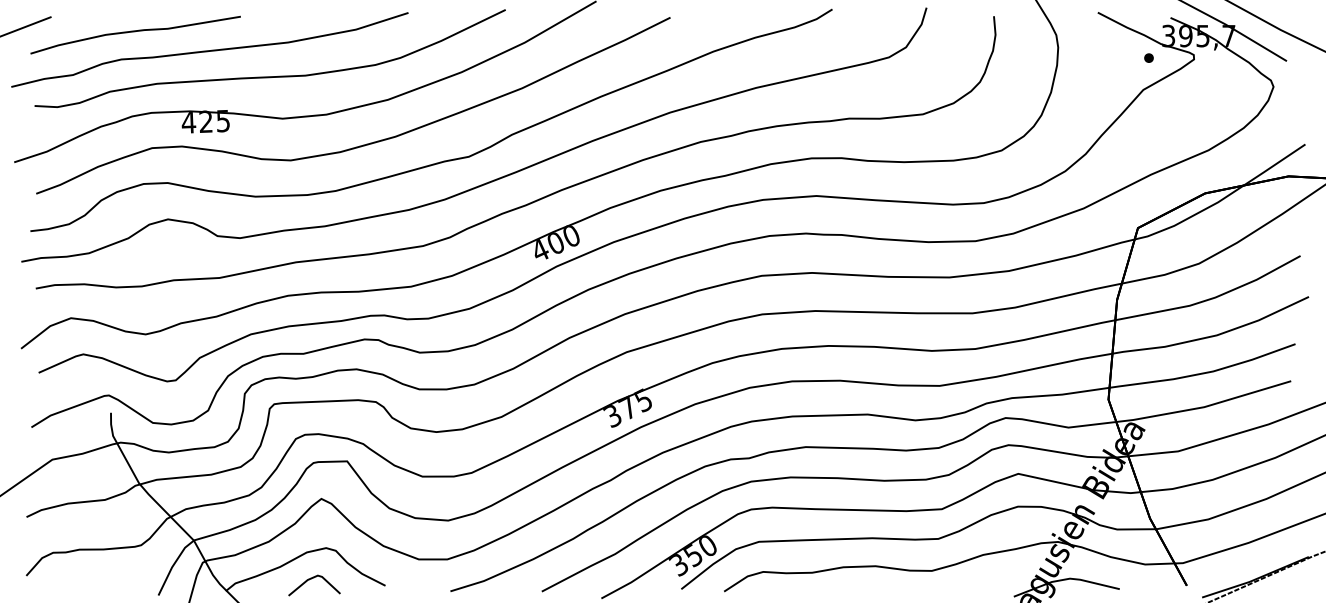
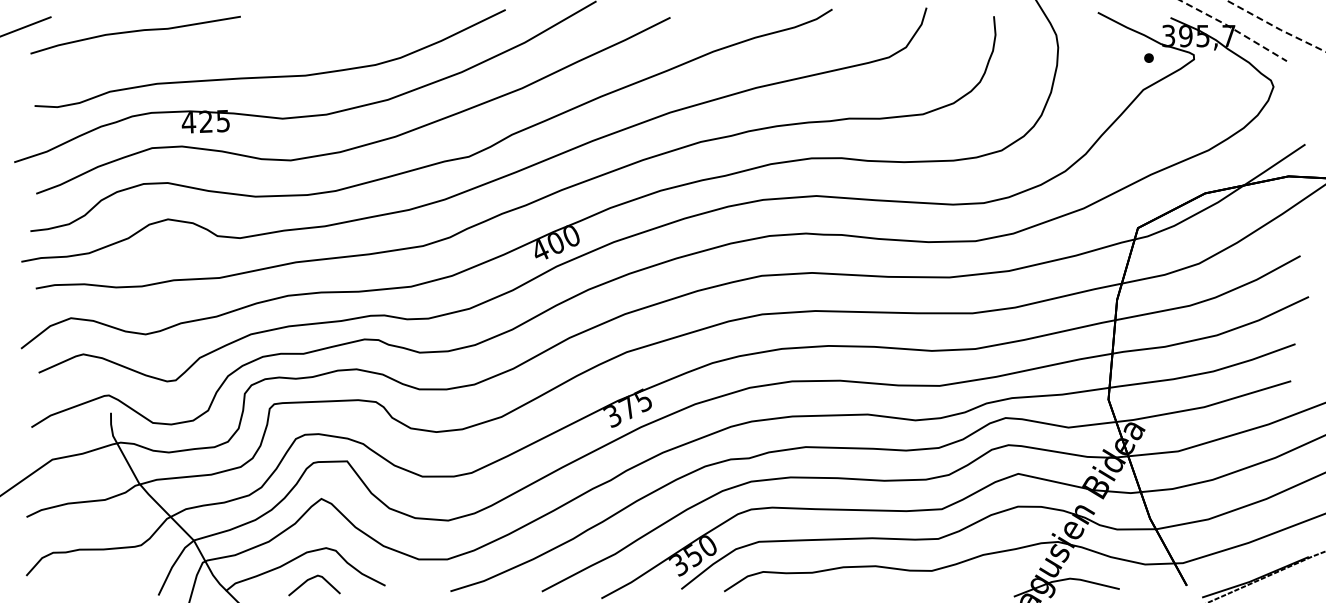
line at (1276, 27): solid -> dashed
line at (1234, 29): solid -> dashed
curve at (209, 50): present -> none
